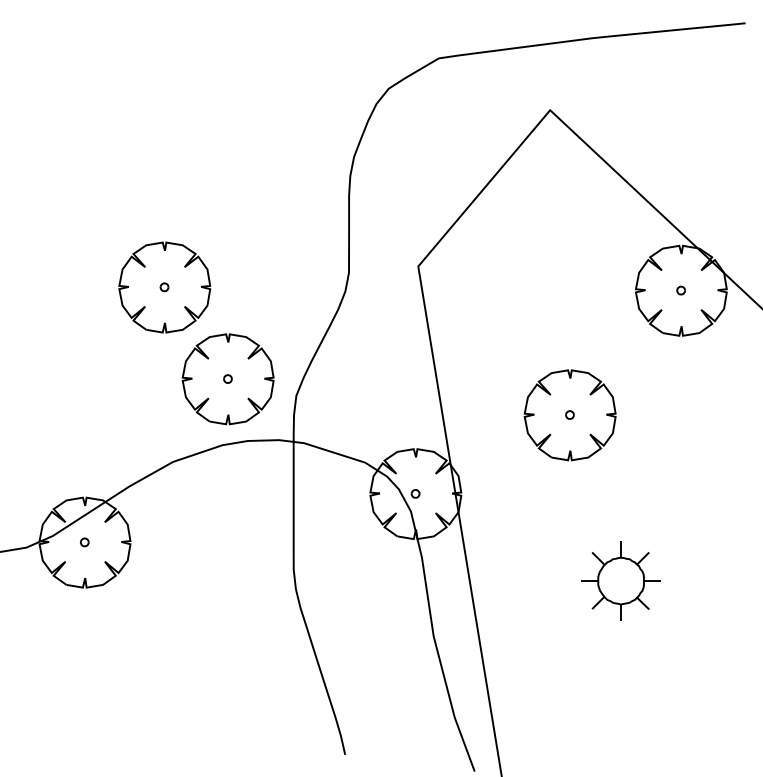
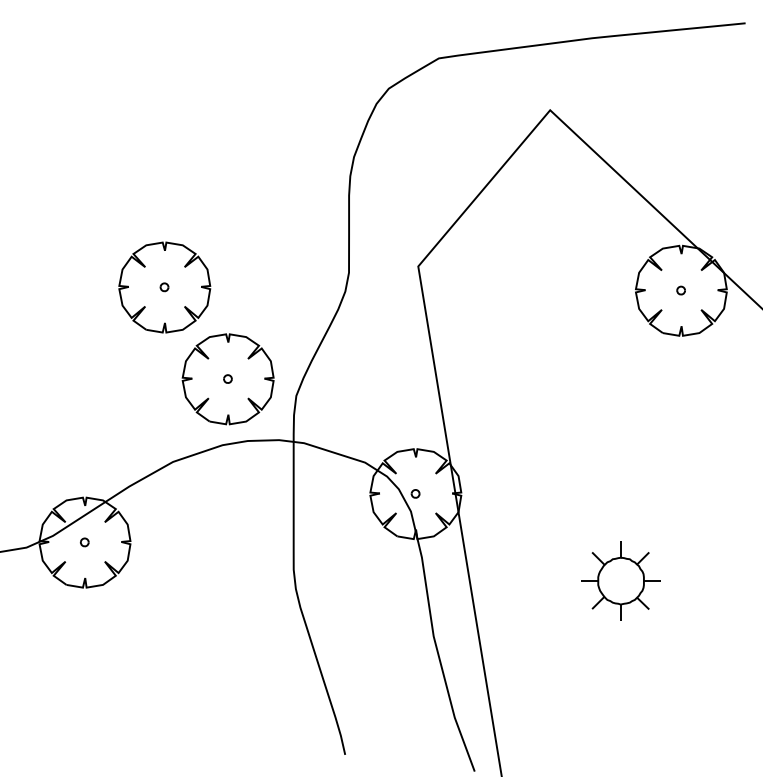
part at (569, 415): present -> none
